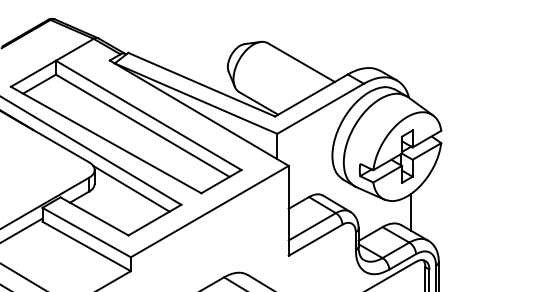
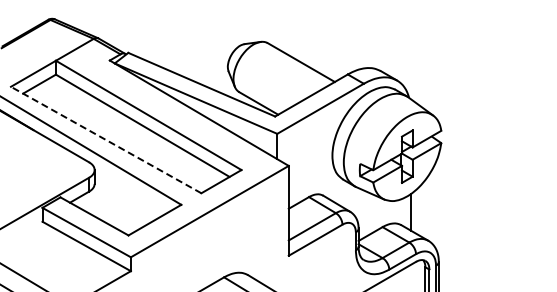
line at (105, 139): solid -> dashed
line at (131, 188): present -> none
line at (22, 229): present -> none
